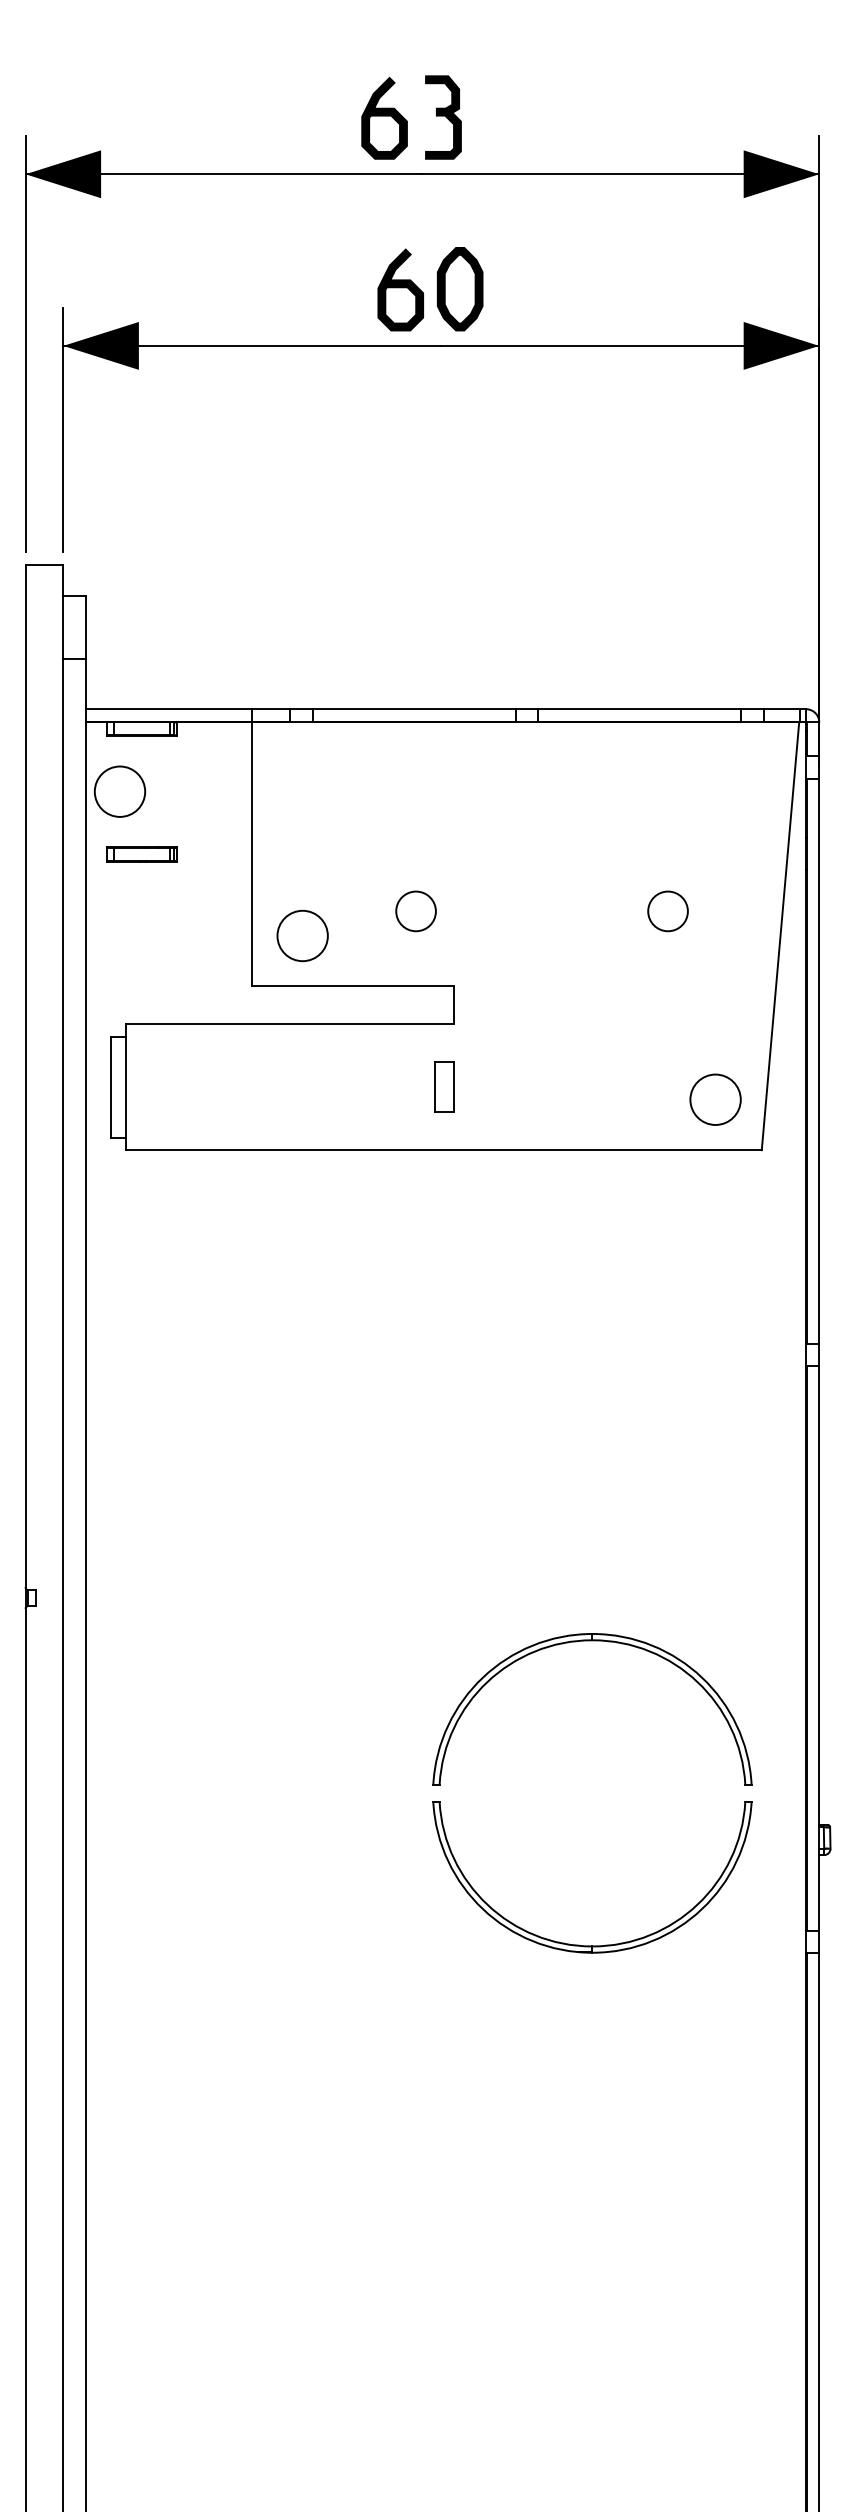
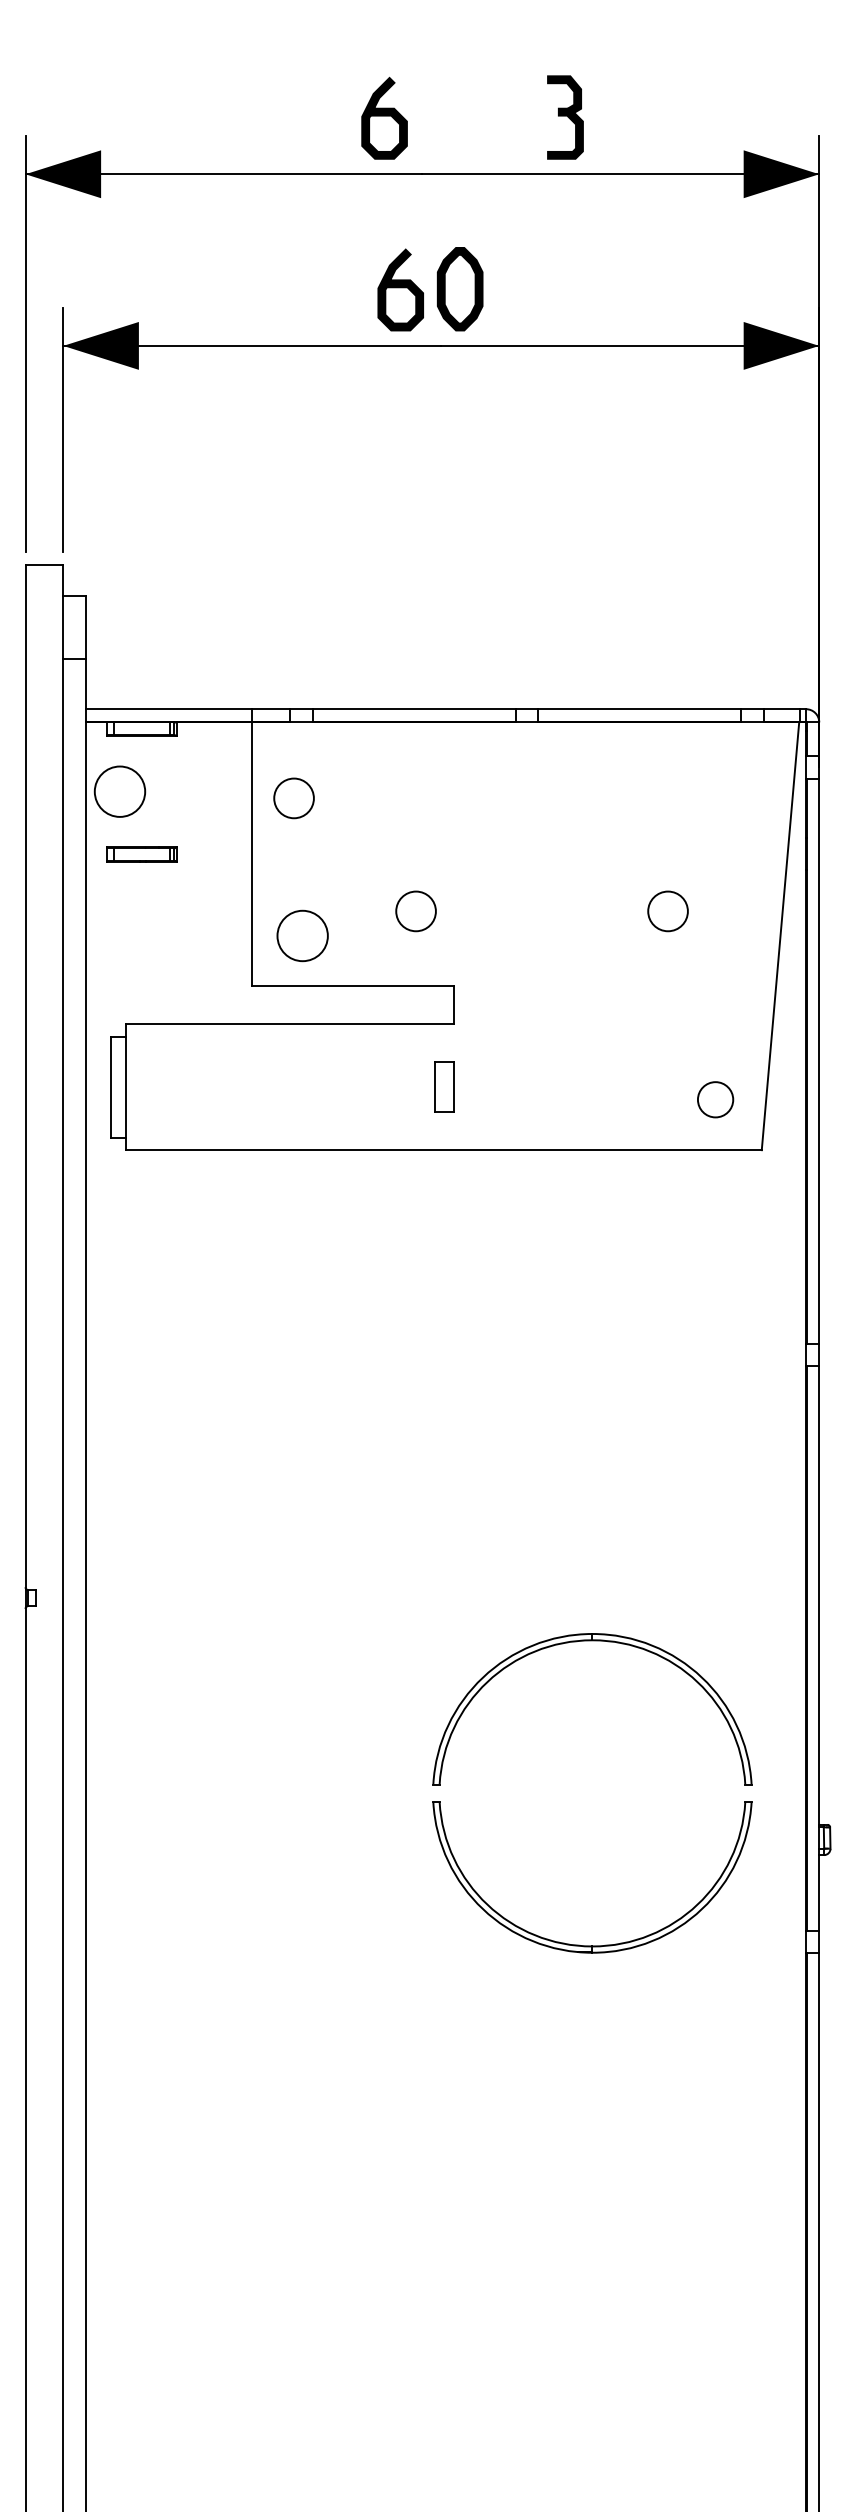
part at (443, 117) position: (443, 117) -> (565, 117)
circle at (293, 798): none -> present
circle at (715, 1099) diameter: 50 px -> 35 px
